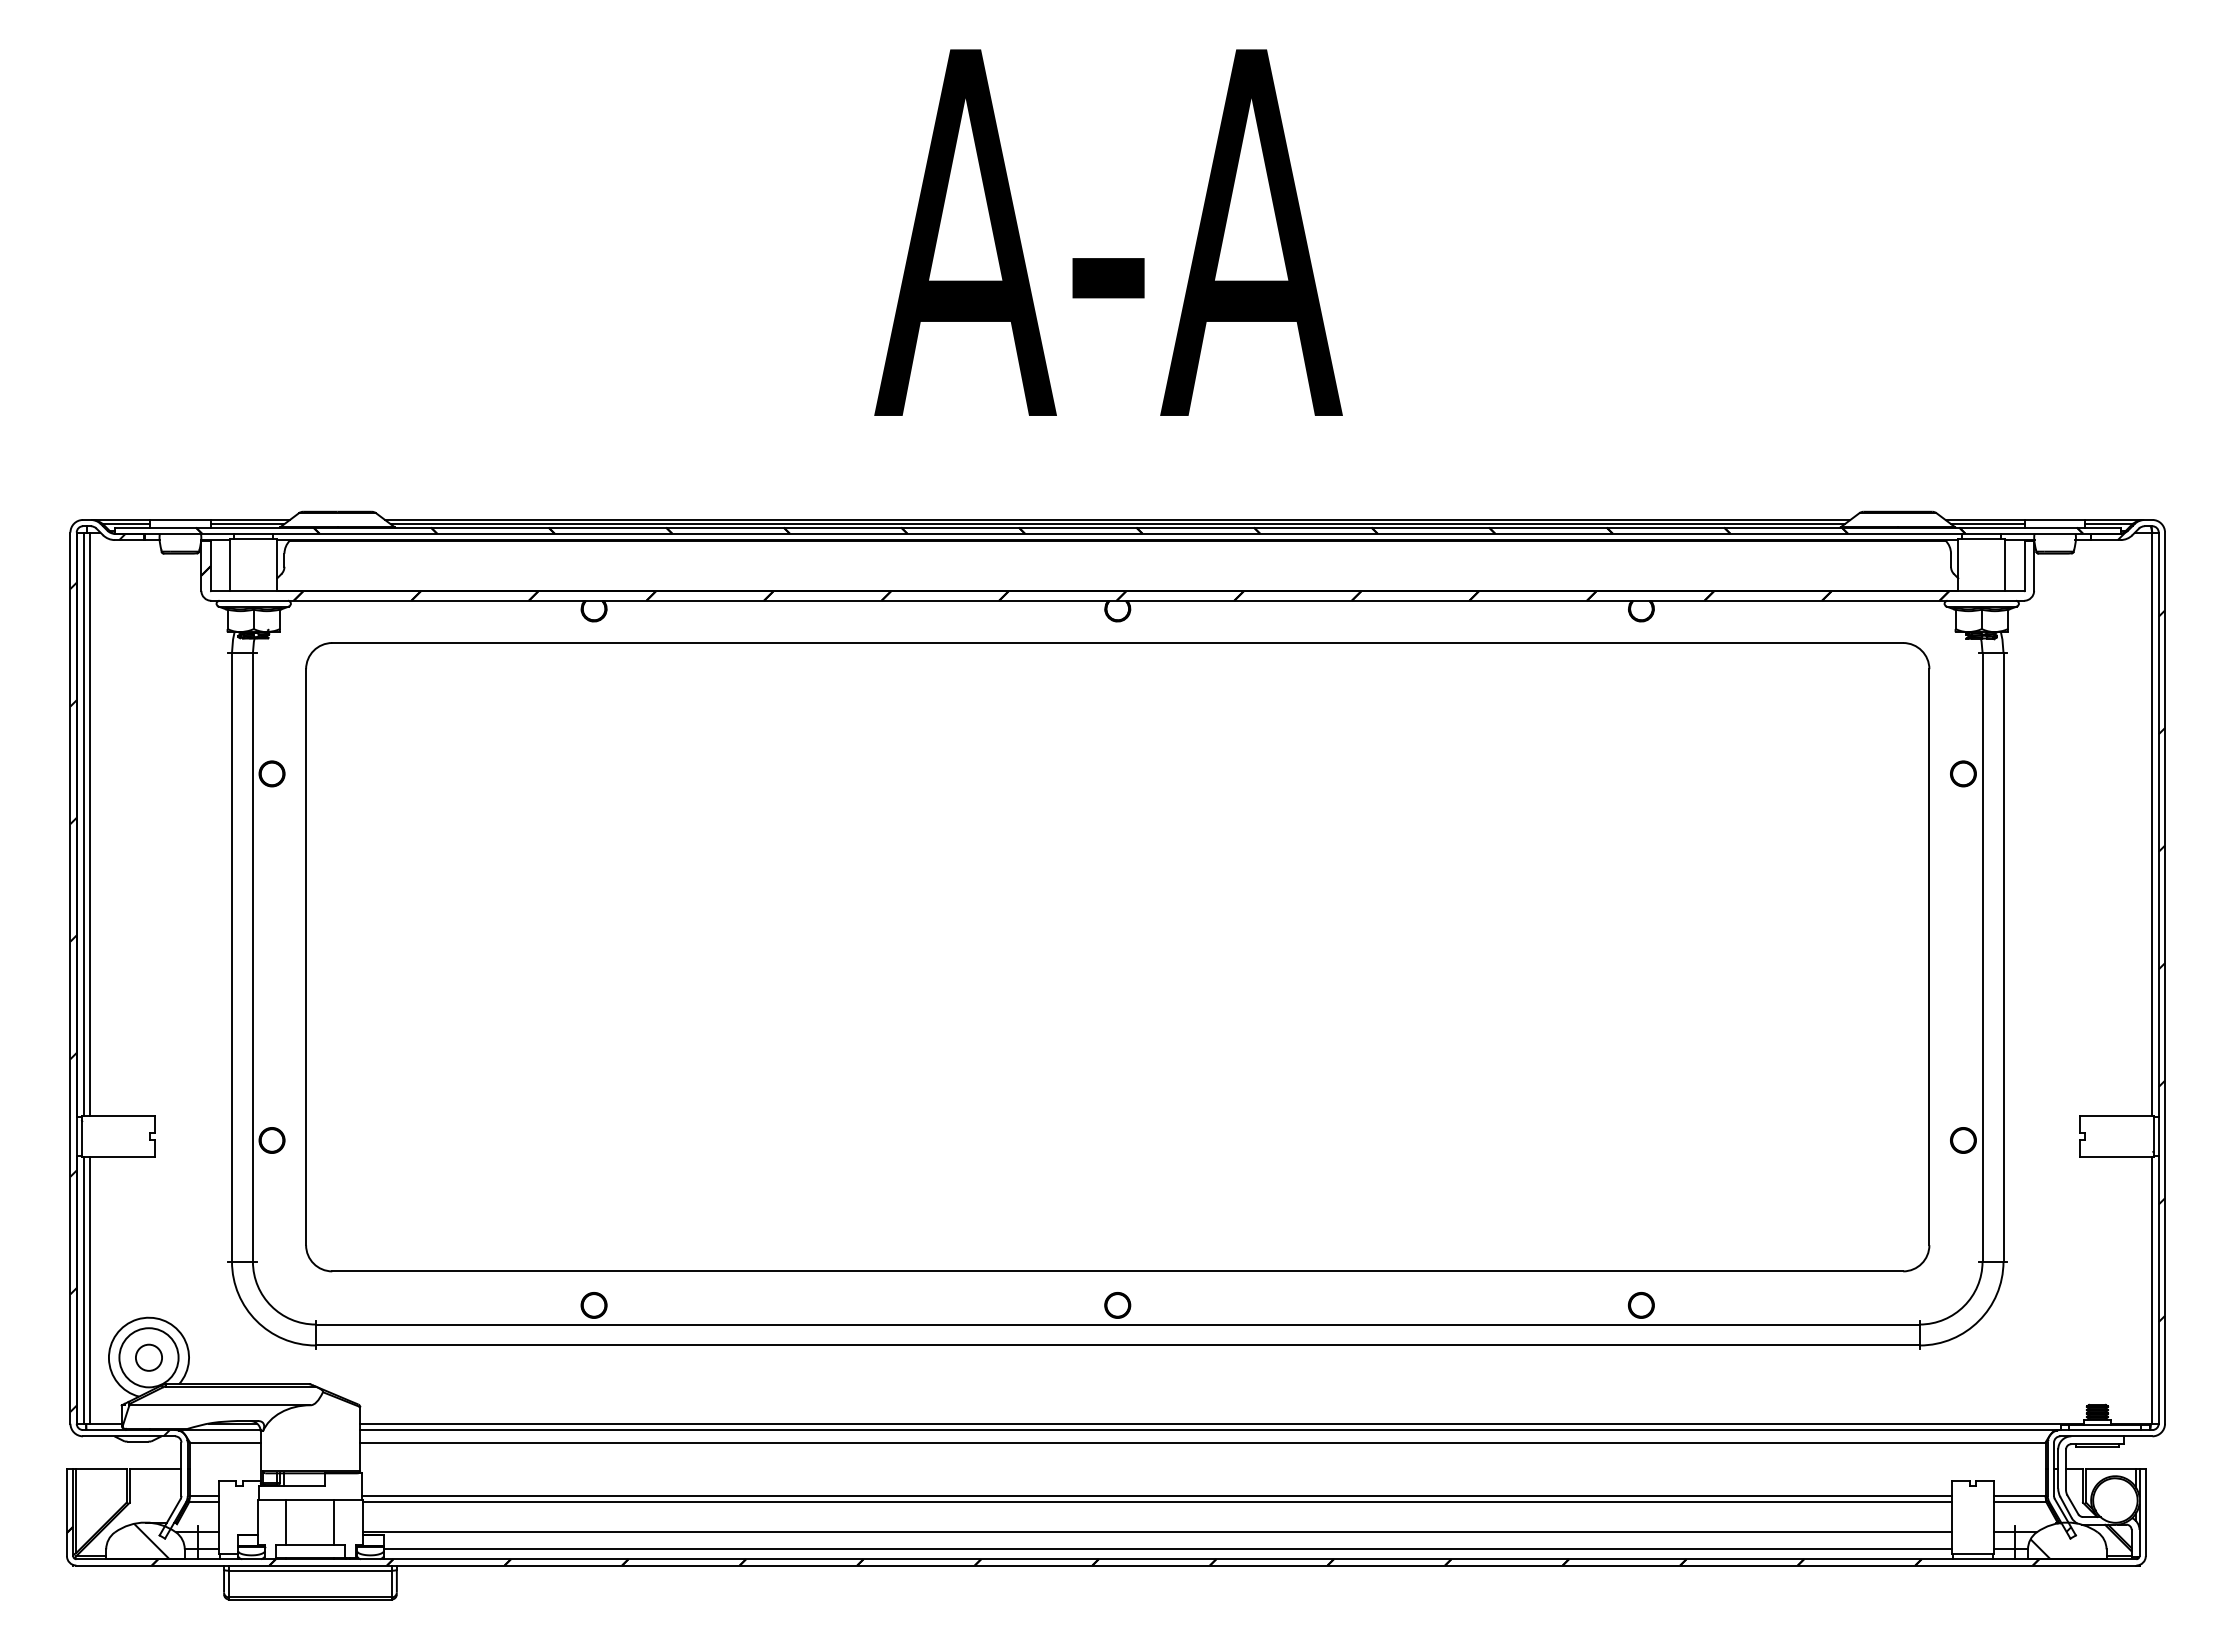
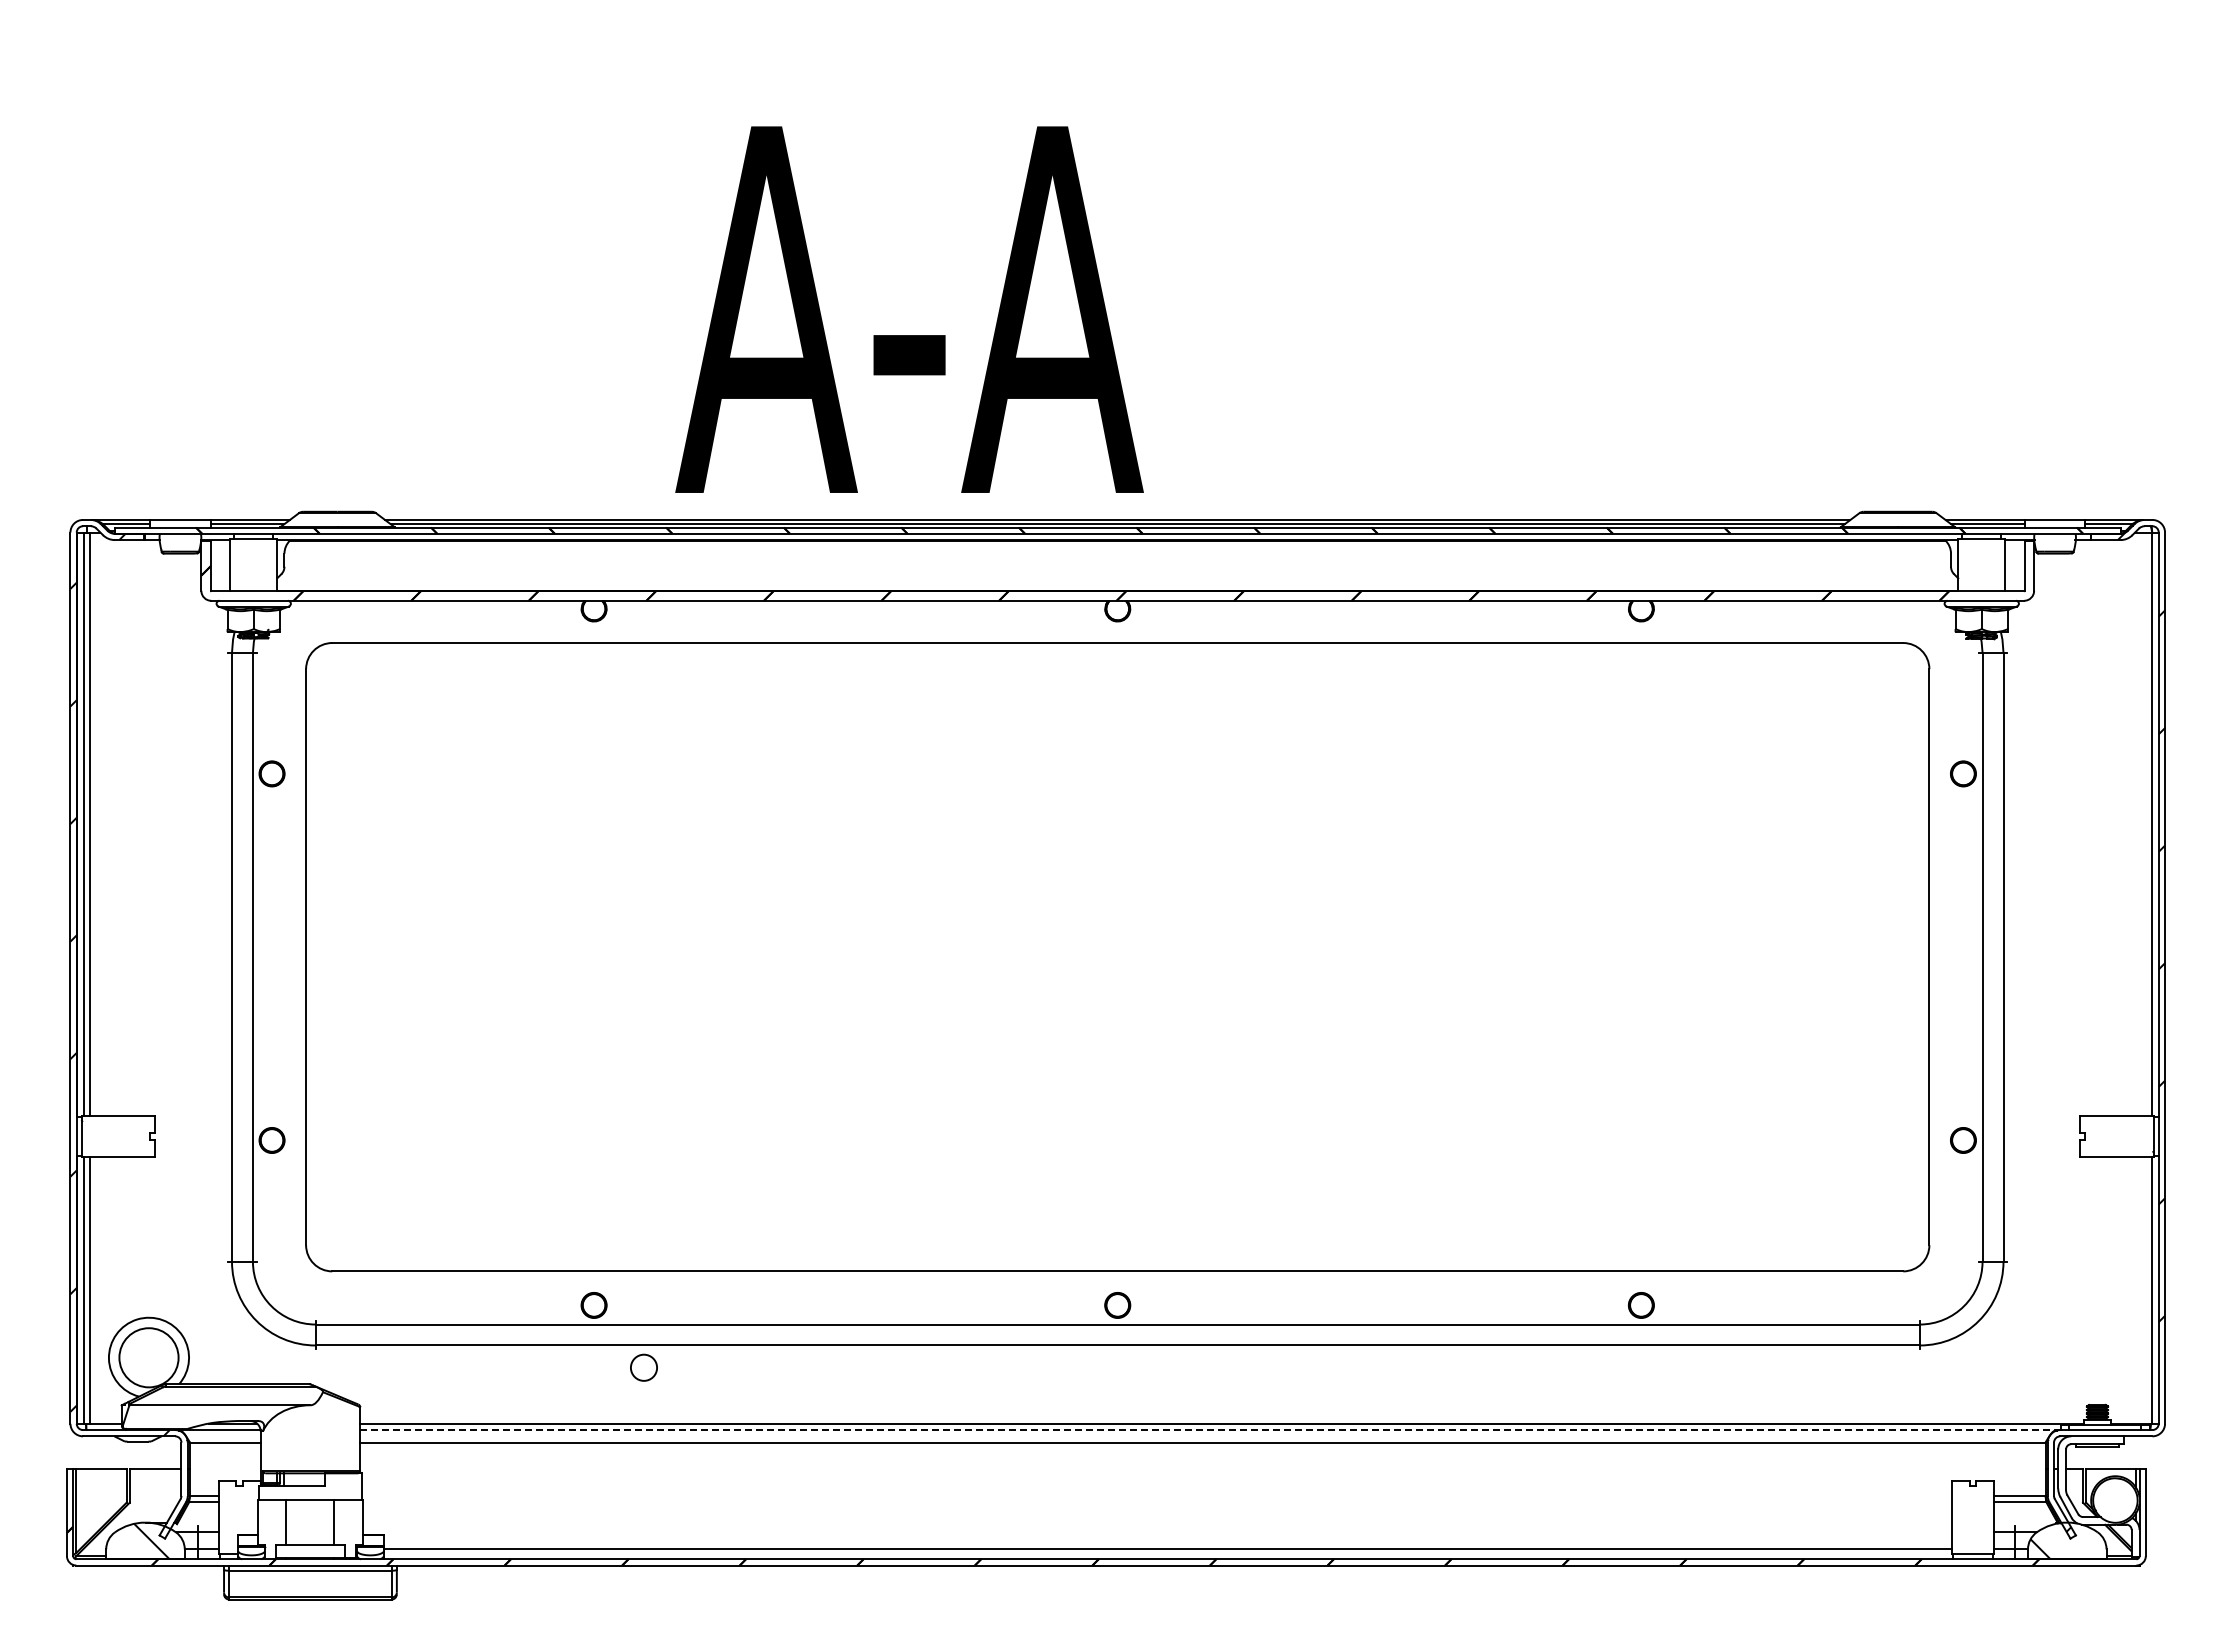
text at (1108, 232) position: (1108, 232) -> (909, 309)
circle at (148, 1357) position: (148, 1357) -> (643, 1367)
line at (1209, 1430): solid -> dashed
line at (1157, 1495): present -> none
line at (1157, 1502): present -> none
line at (1157, 1532): present -> none
